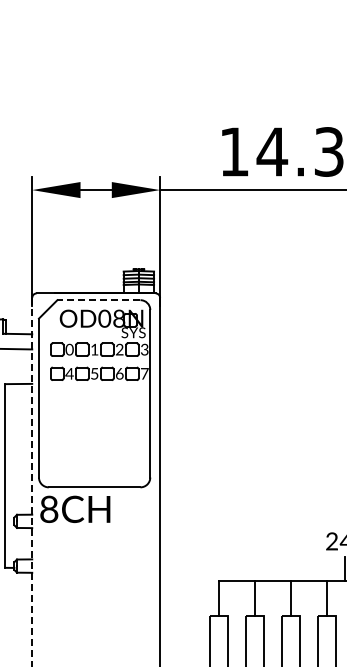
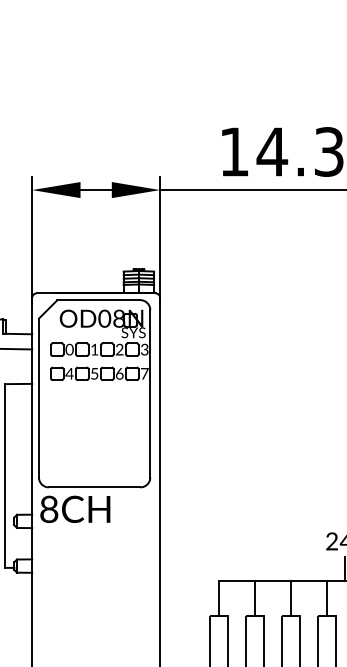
line at (98, 300): dashed -> solid
line at (32, 482): dashed -> solid
